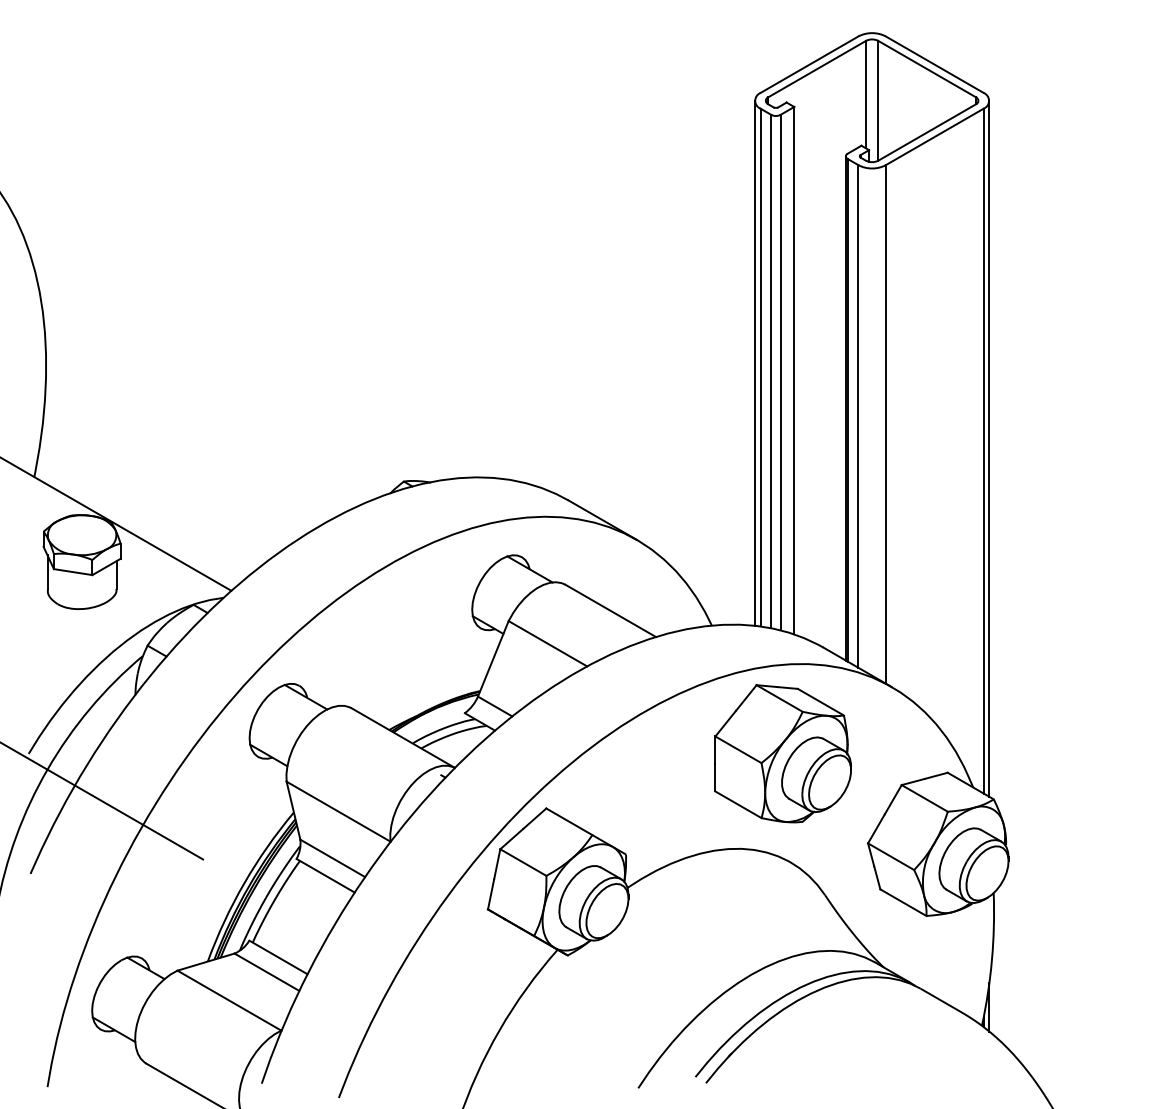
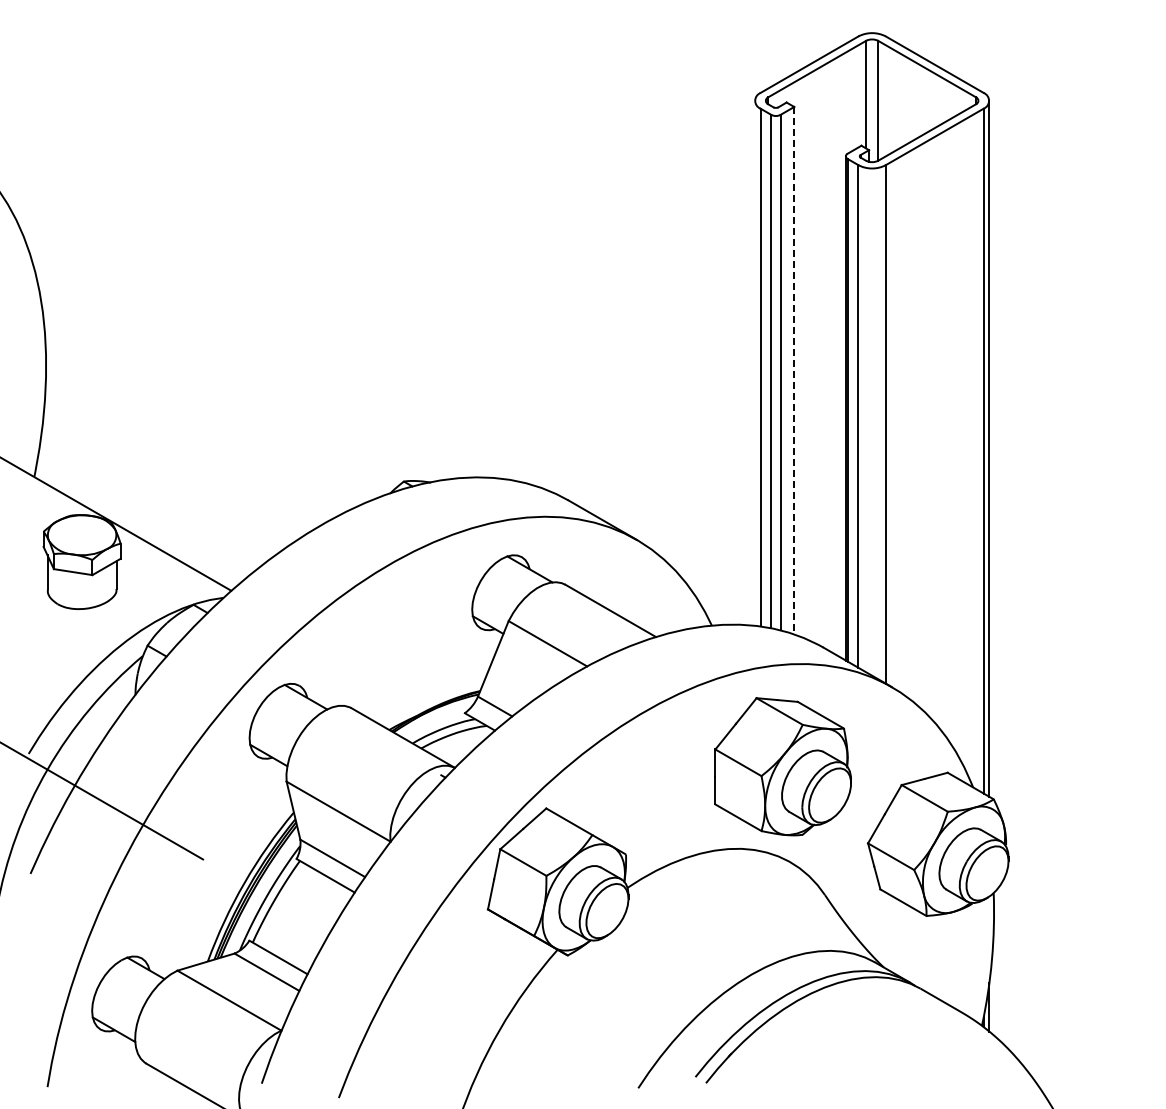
line at (754, 362): present -> none
line at (794, 370): solid -> dashed
part at (782, 753) position: (782, 753) -> (782, 766)
